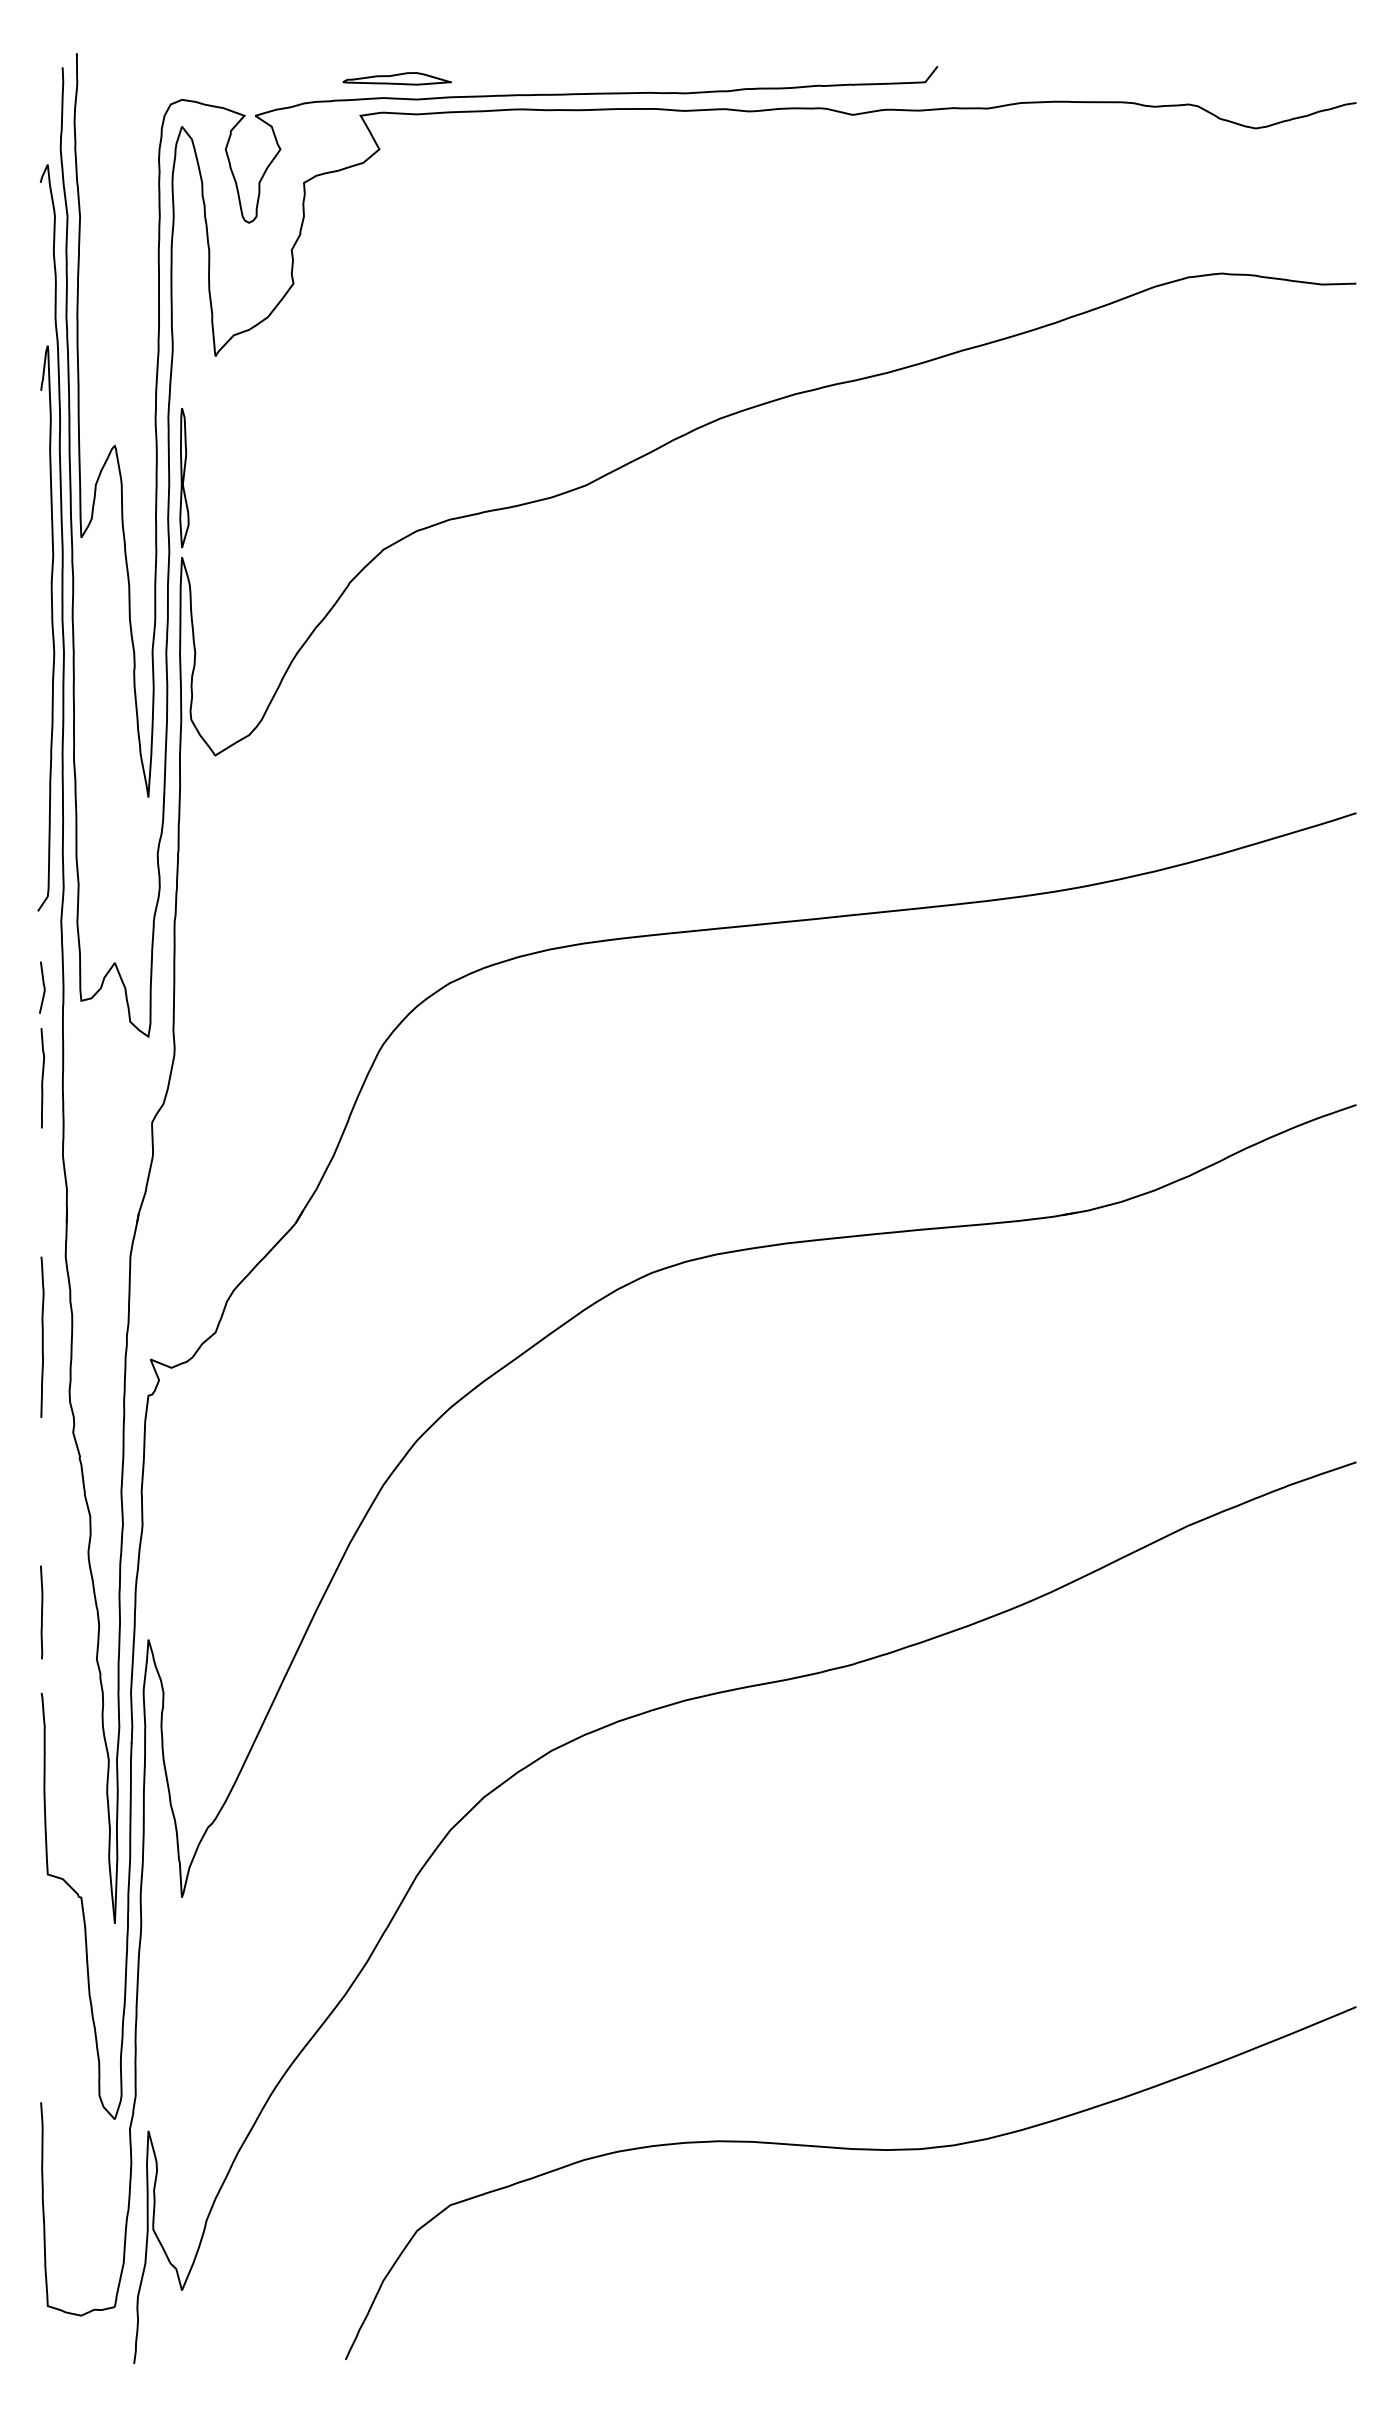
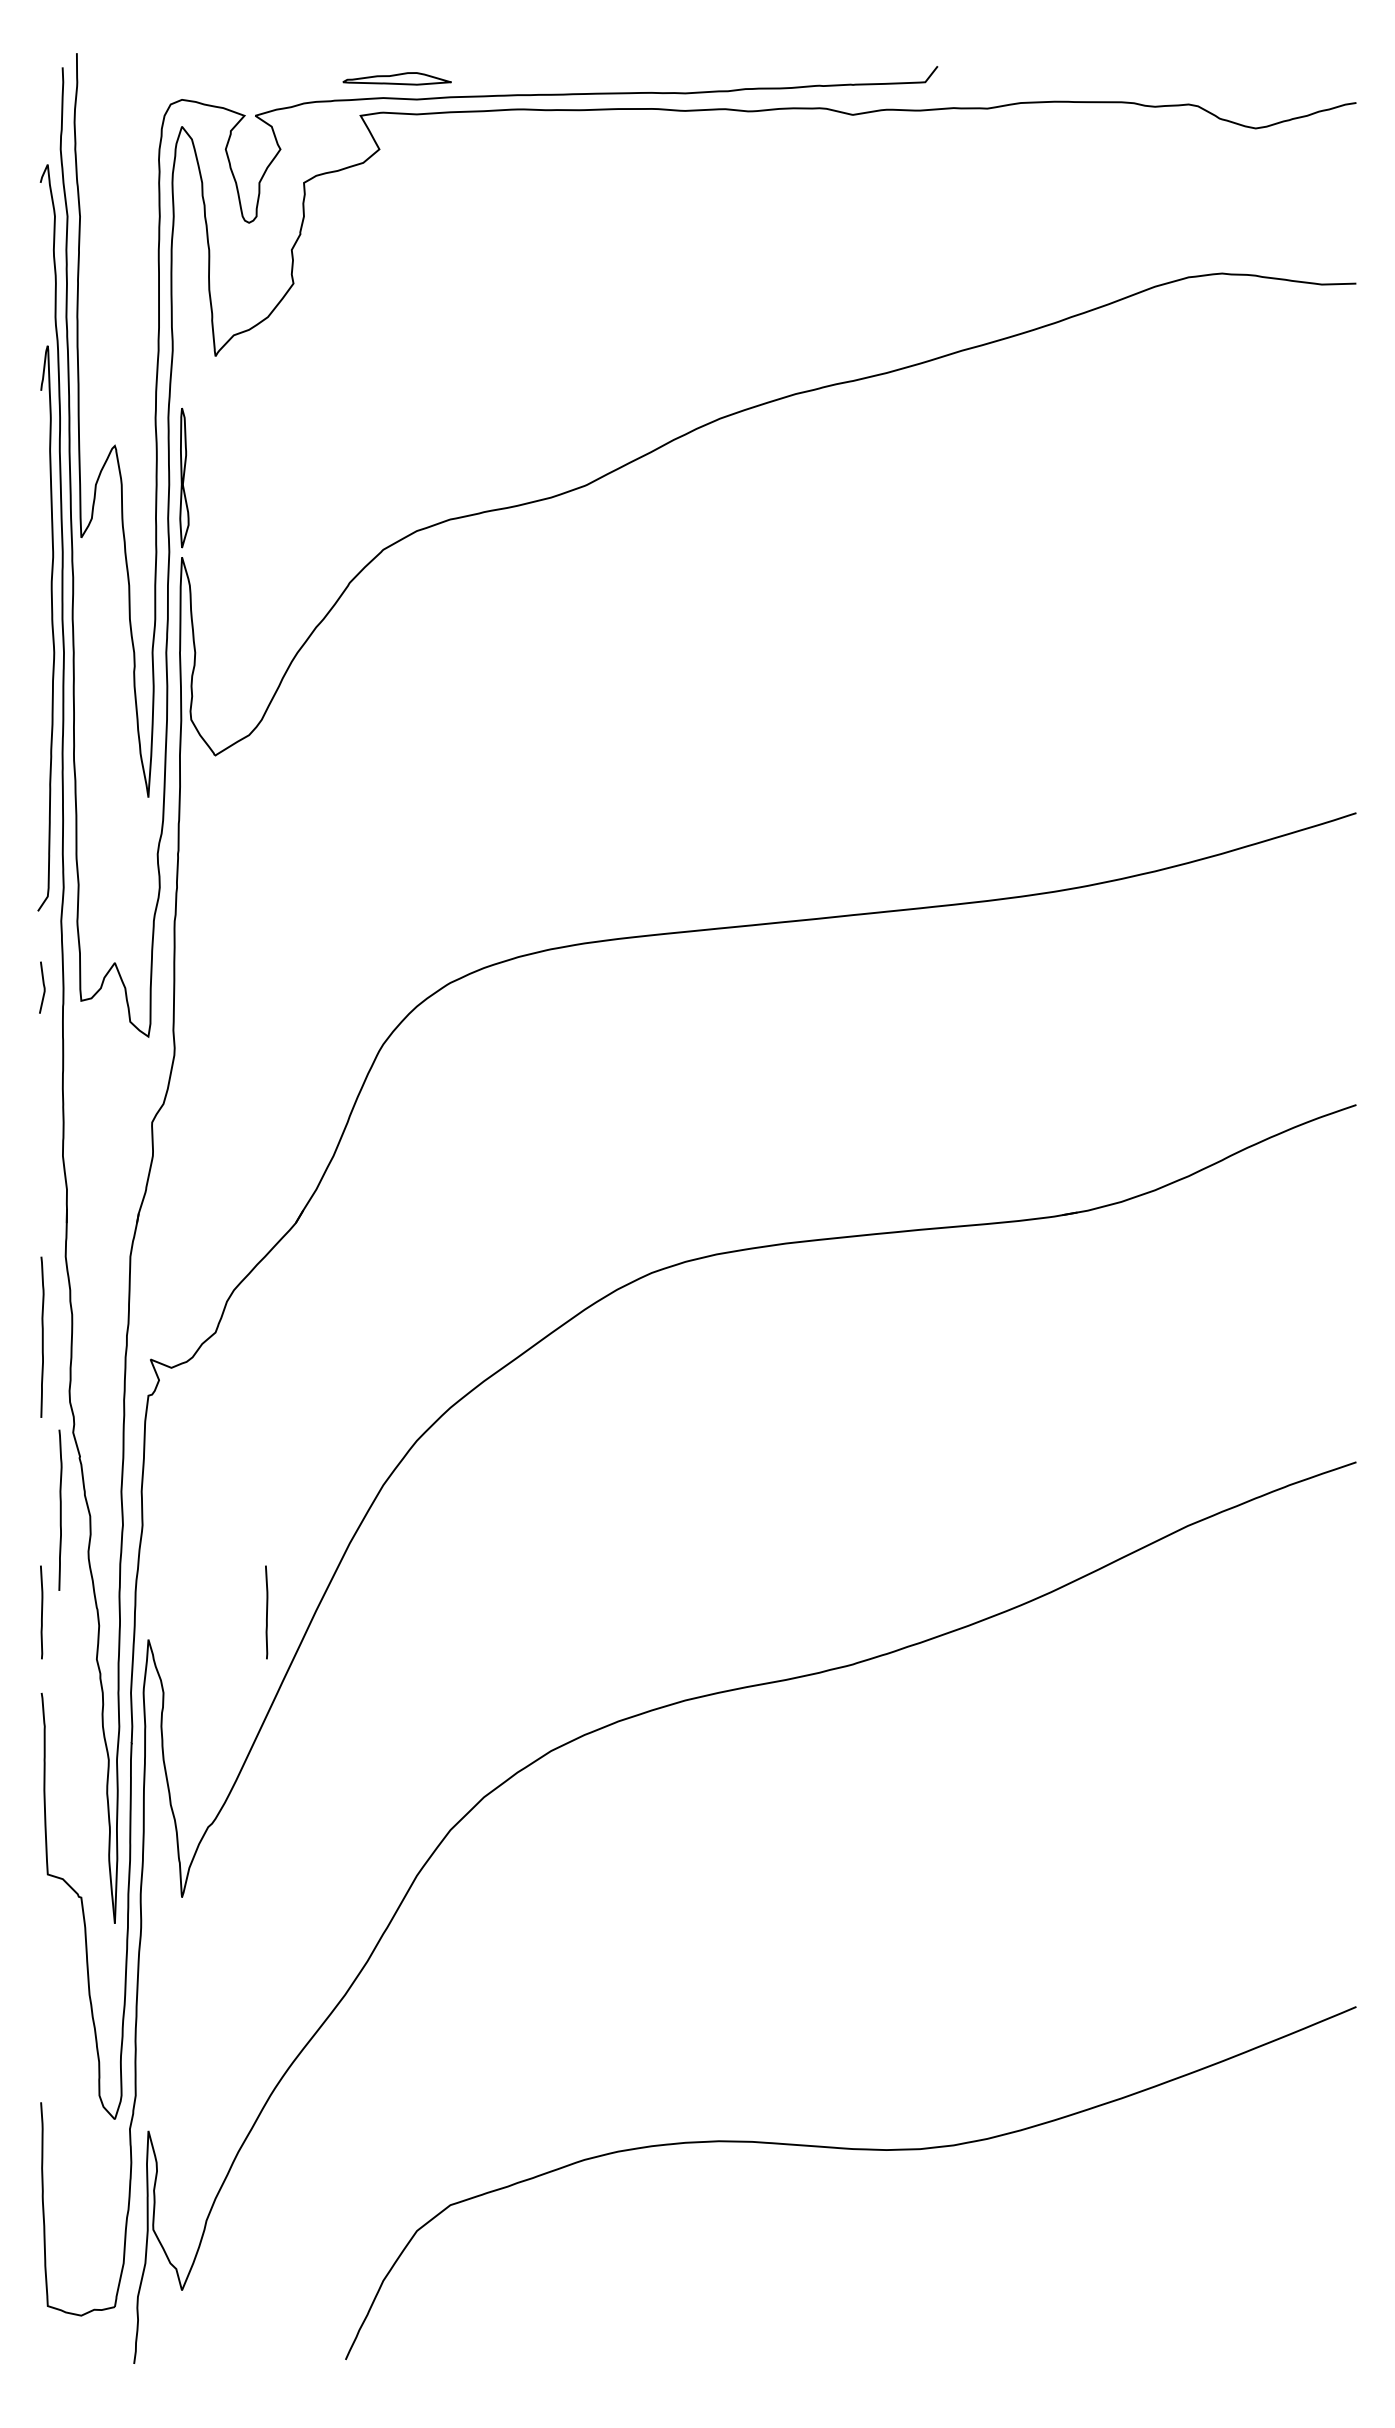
curve at (42, 1078): present -> none
curve at (60, 1509): none -> present
line at (266, 1612): none -> present
